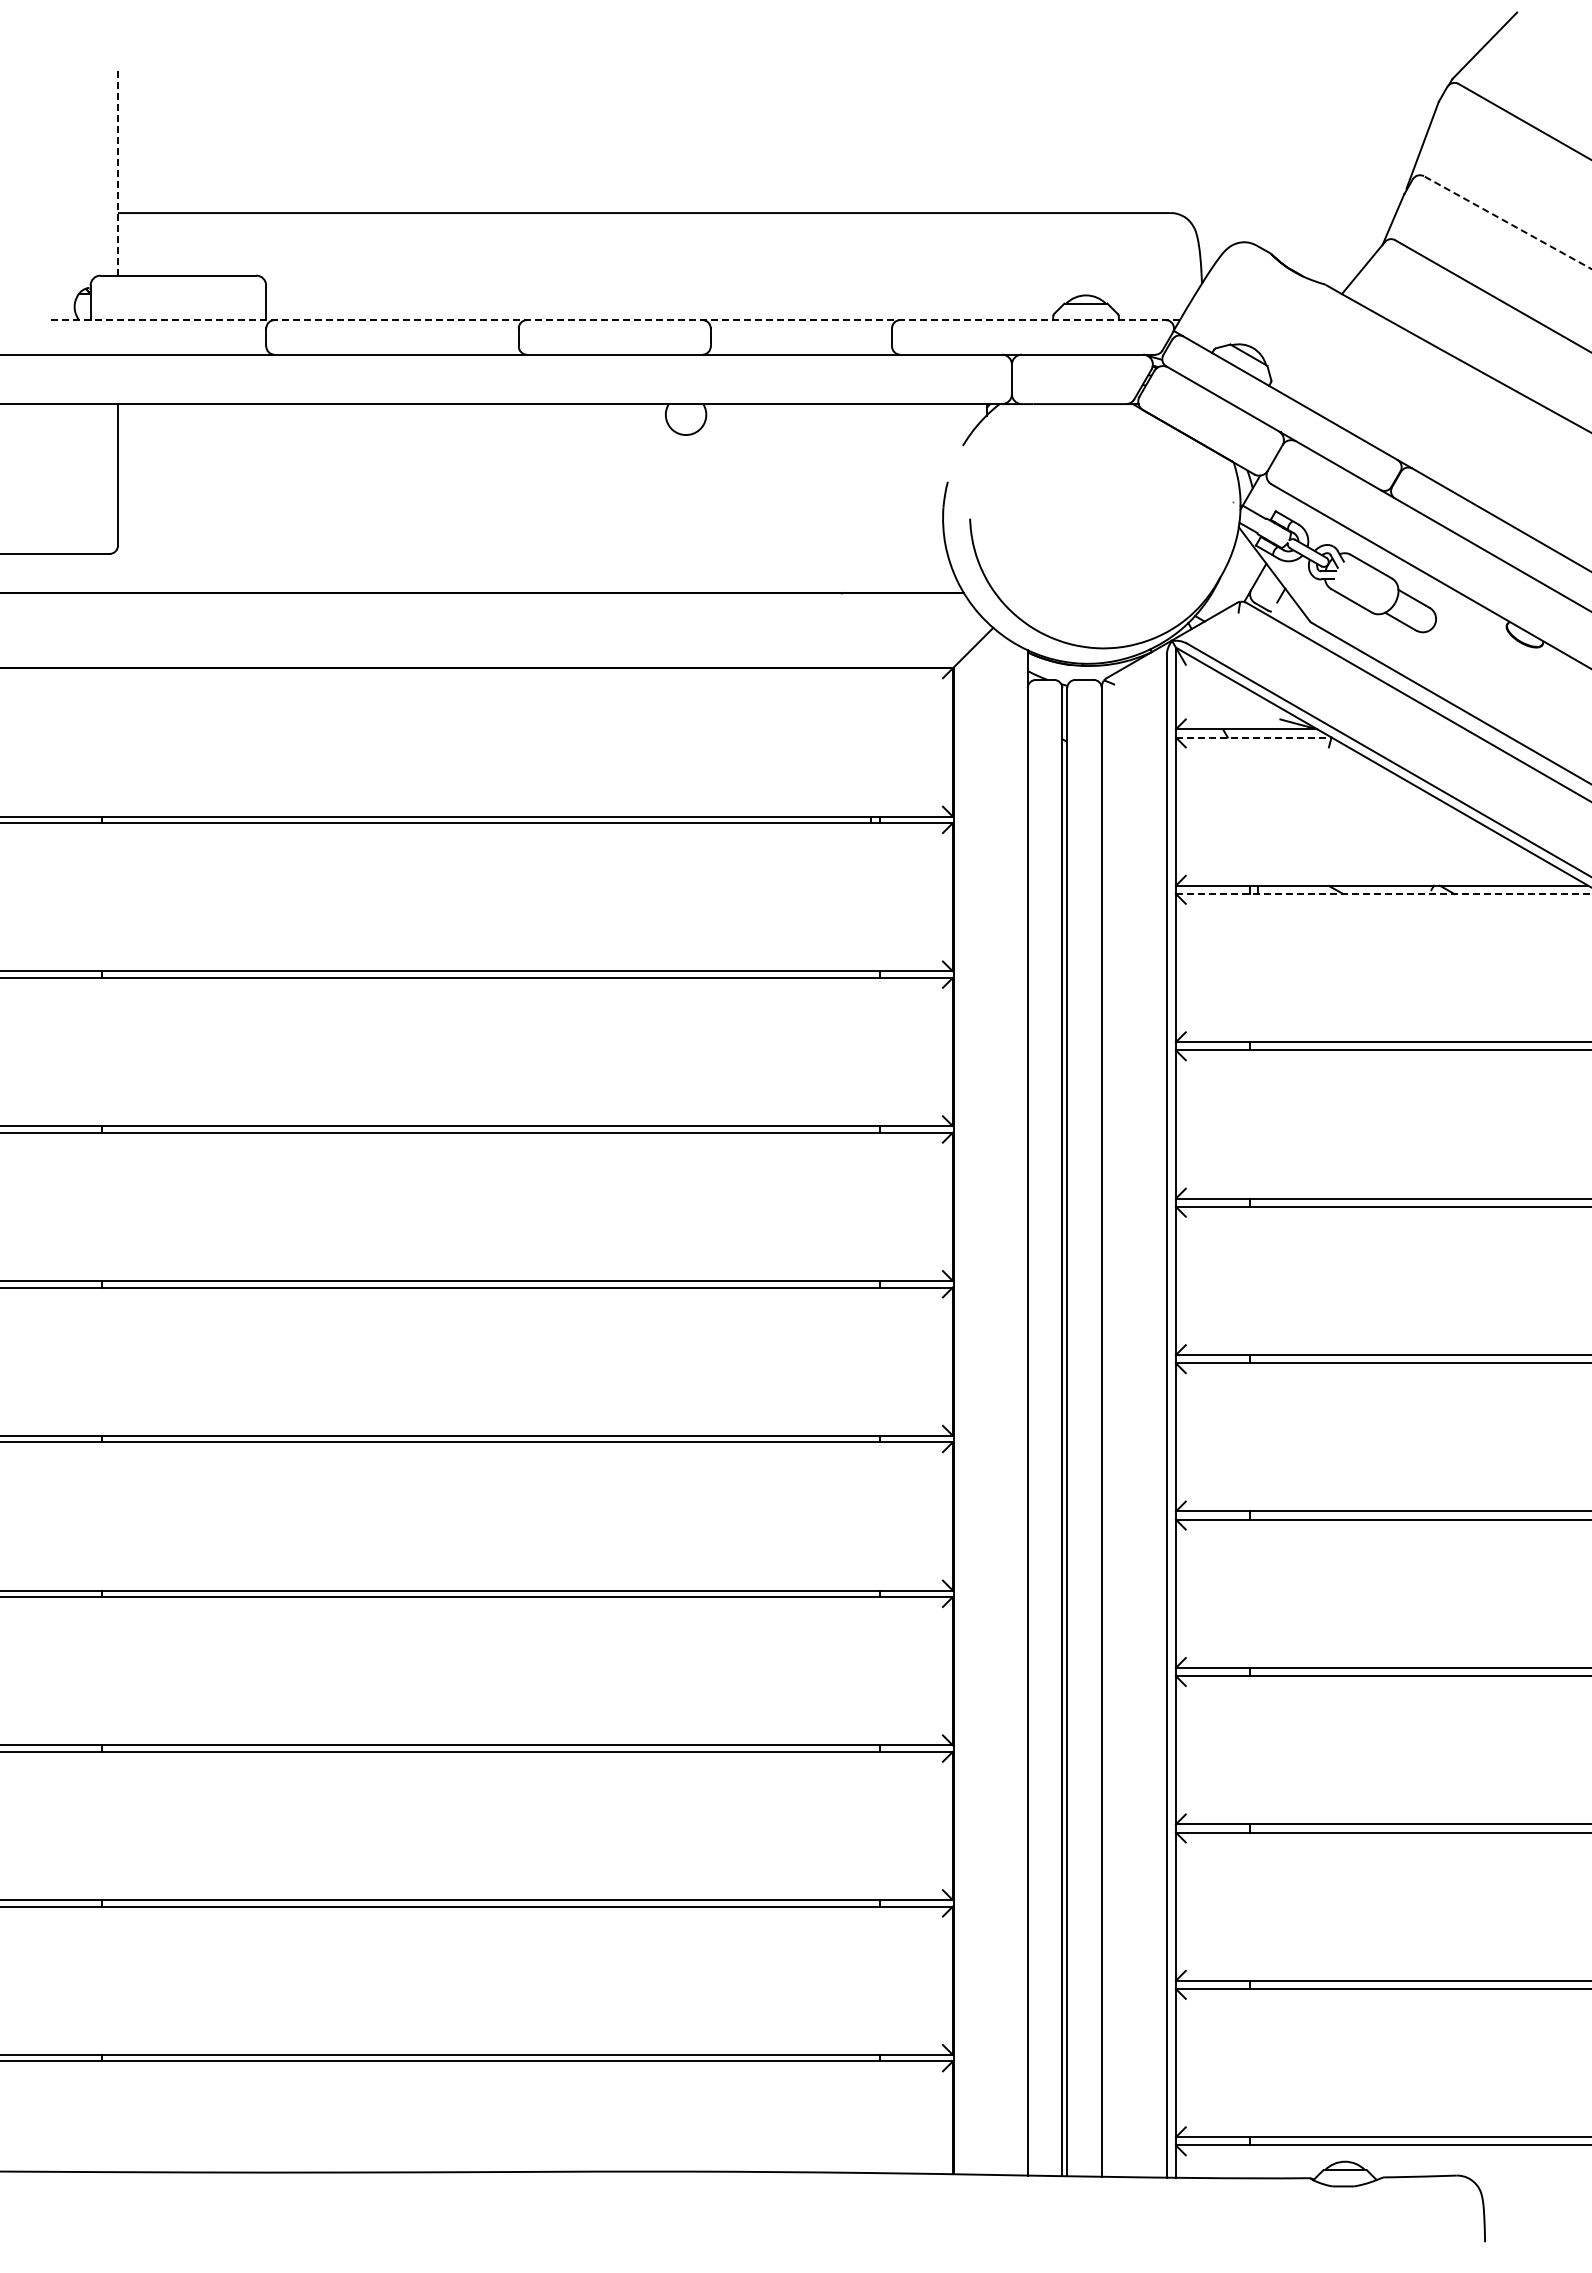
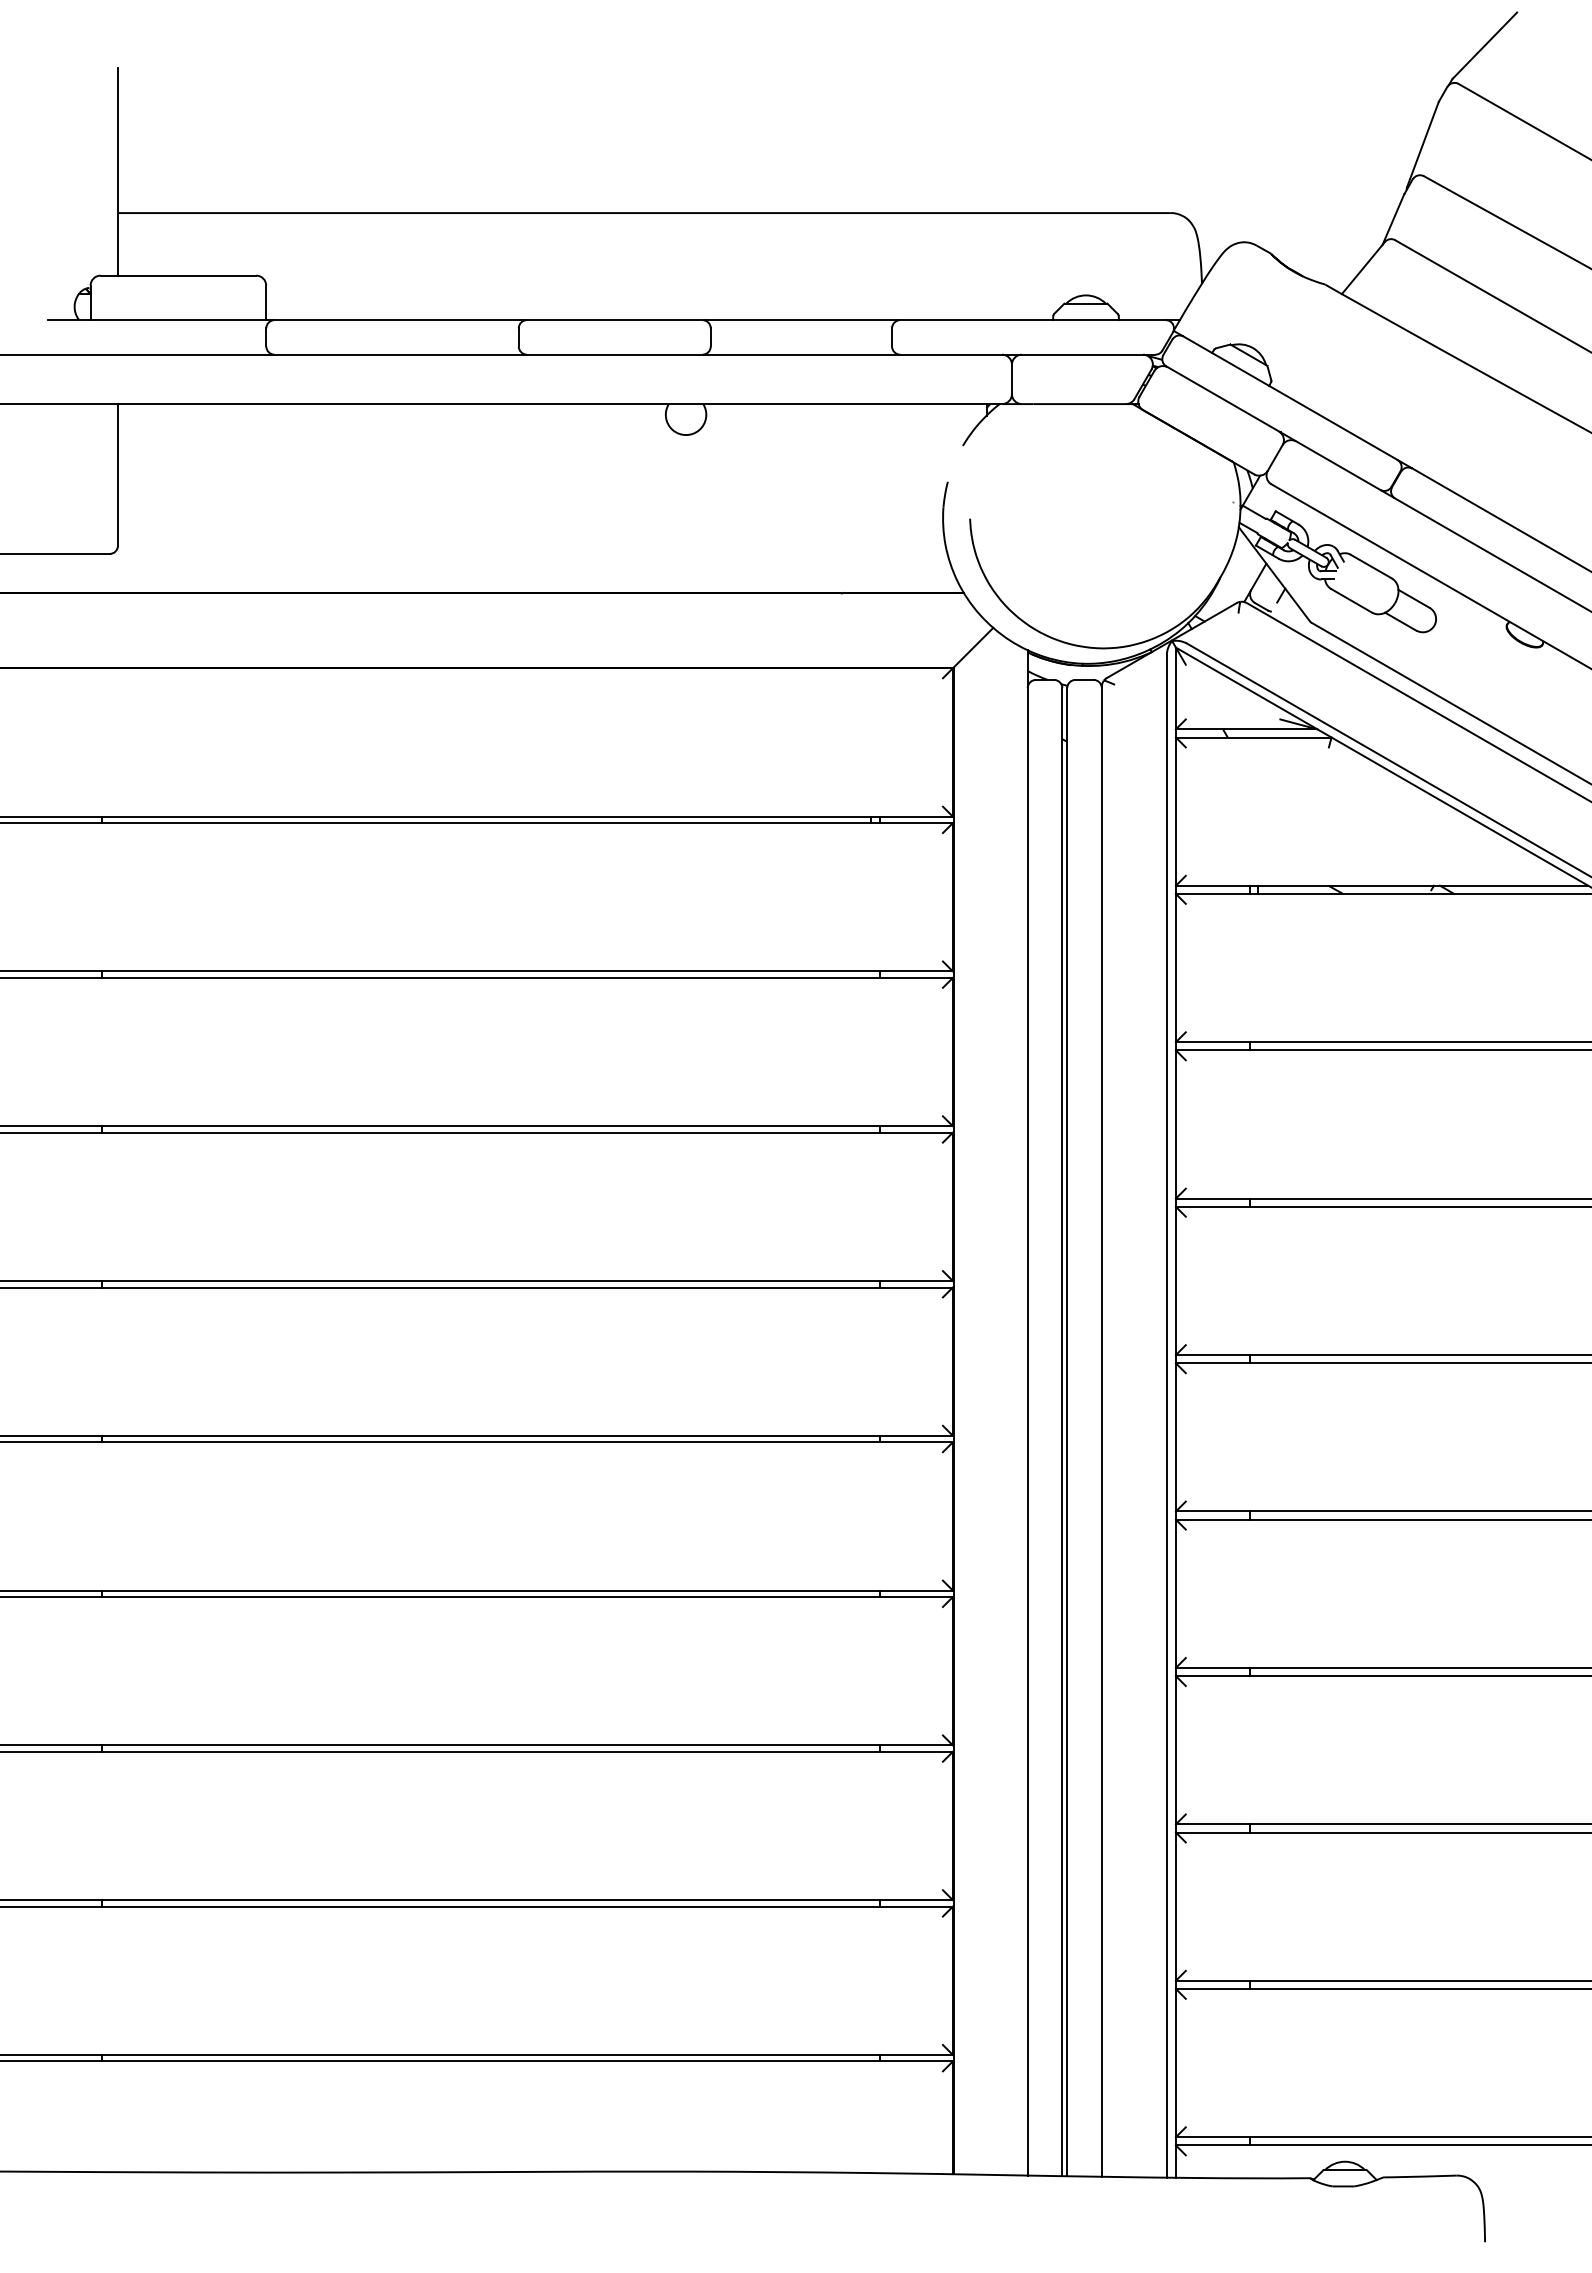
line at (117, 171): dashed -> solid
line at (1507, 222): dashed -> solid
line at (613, 320): dashed -> solid
line at (1253, 737): dashed -> solid
line at (1383, 893): dashed -> solid
